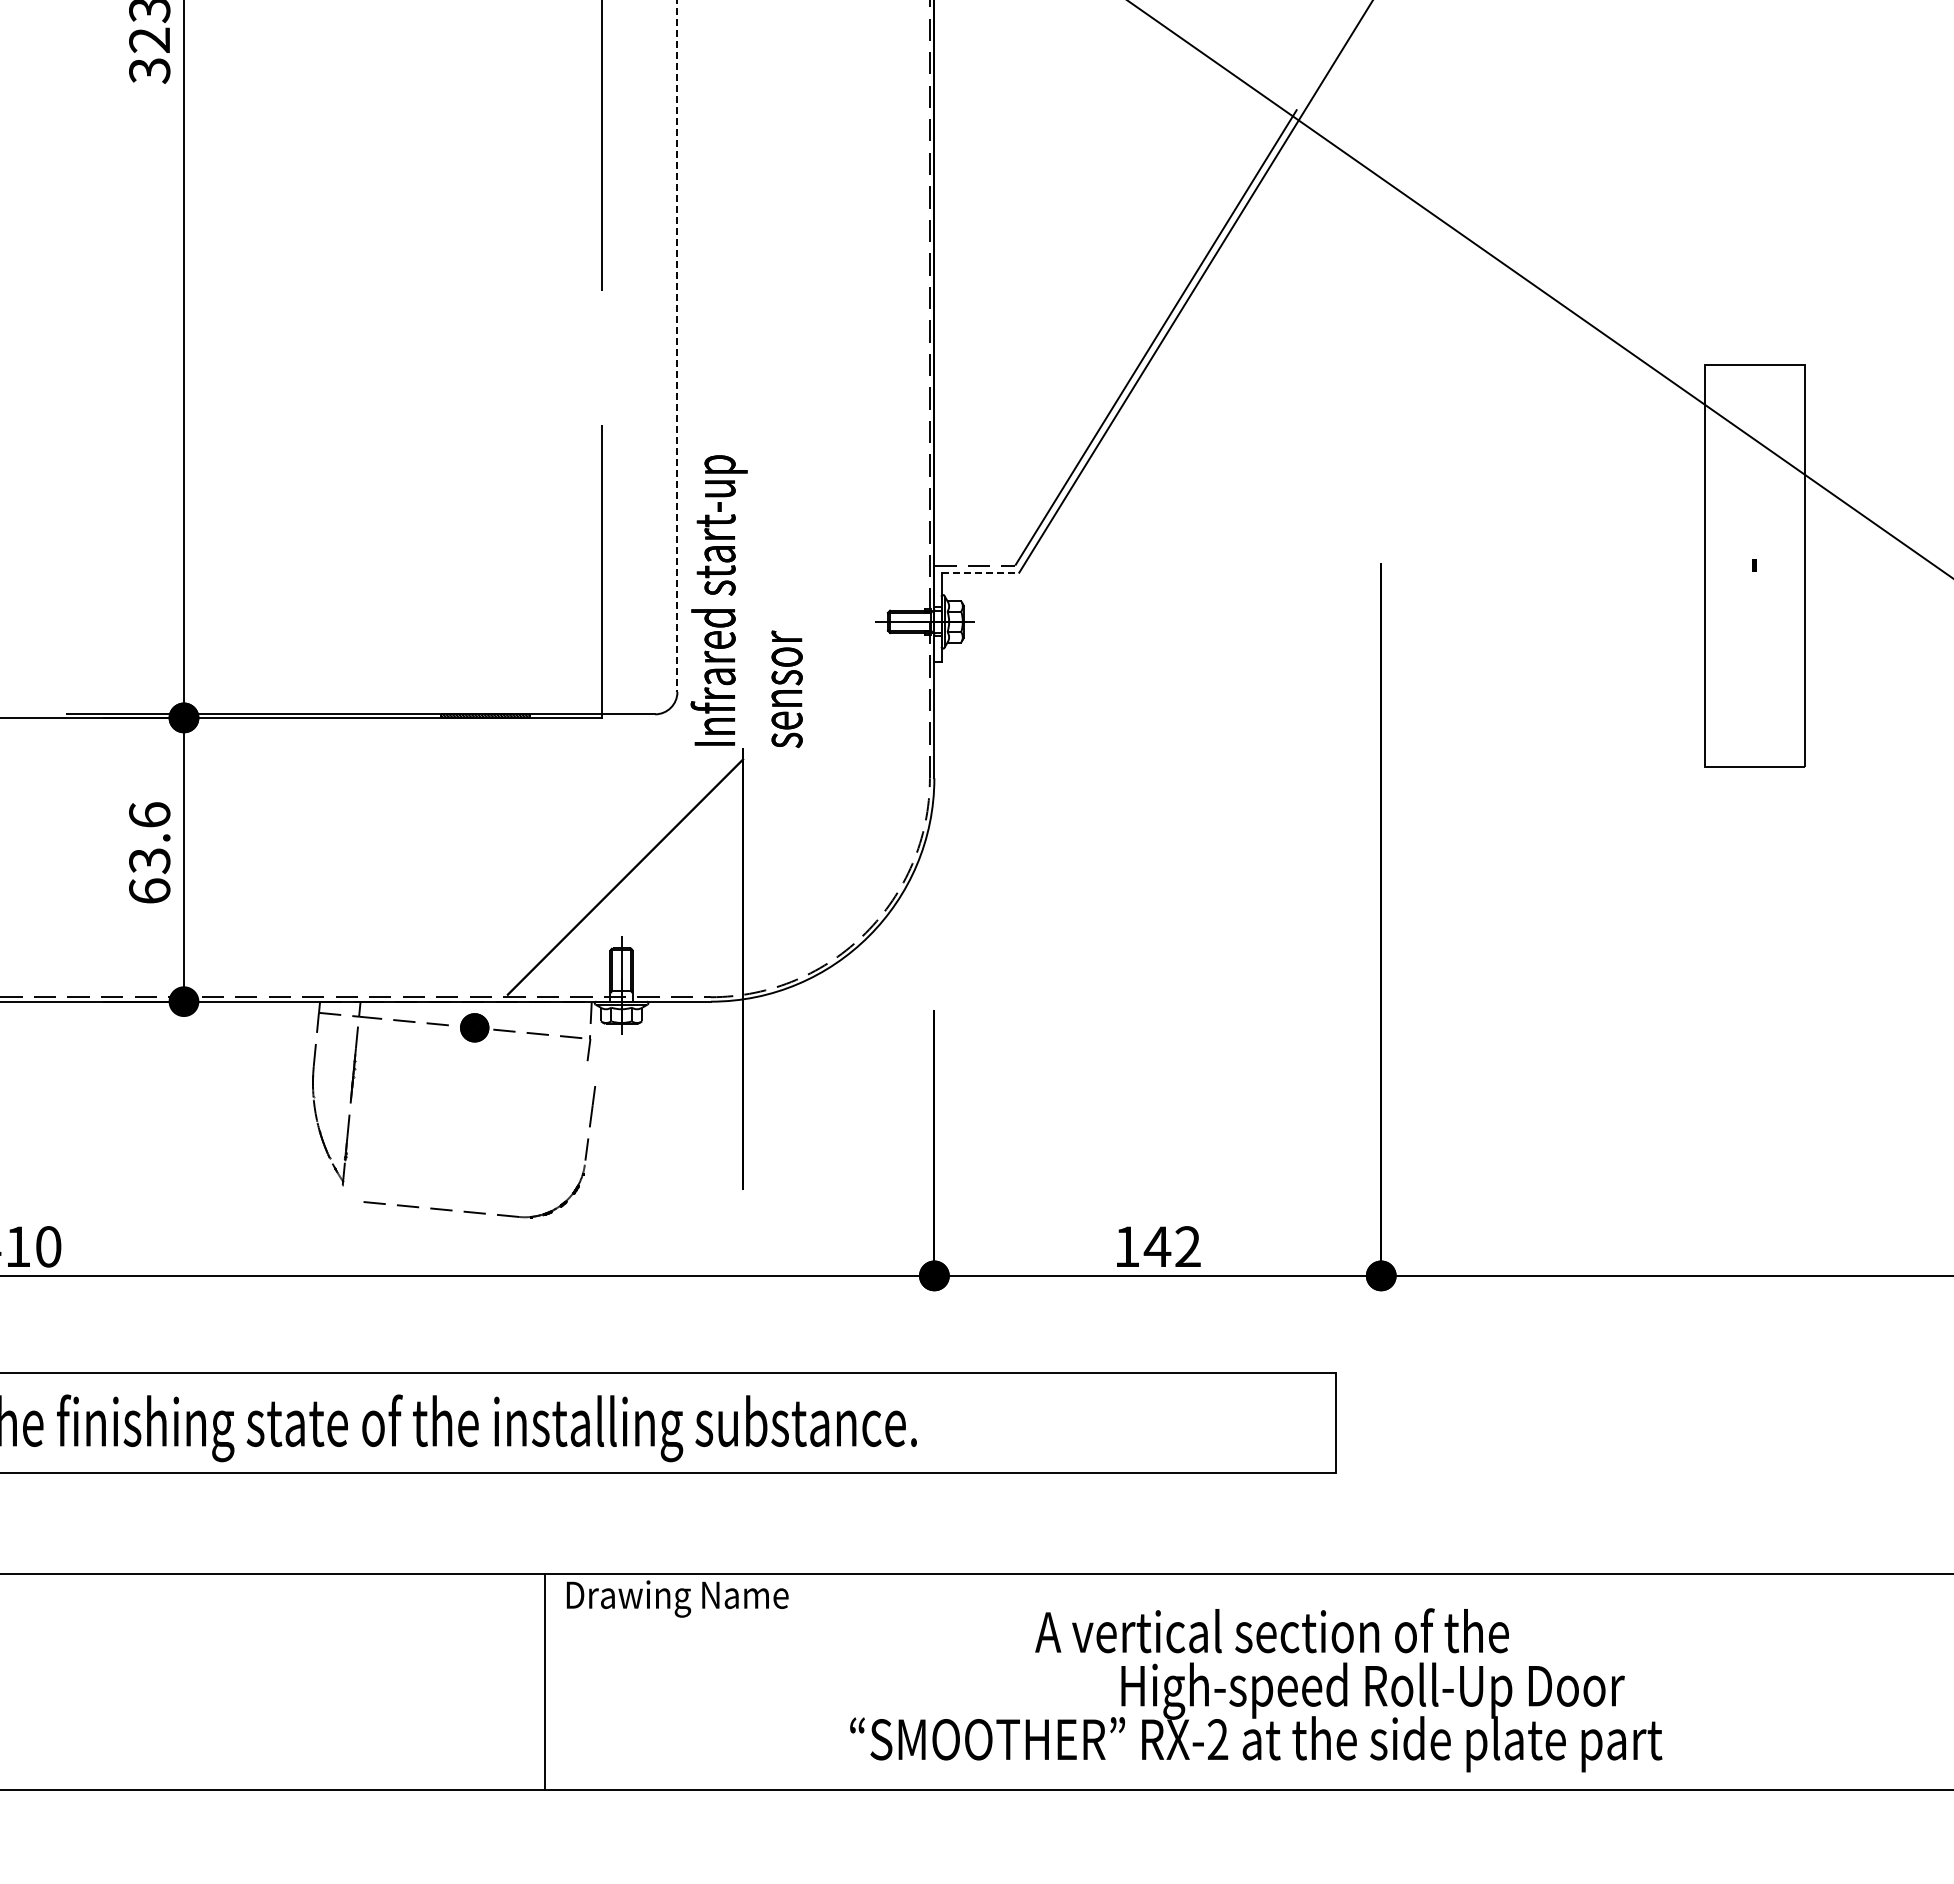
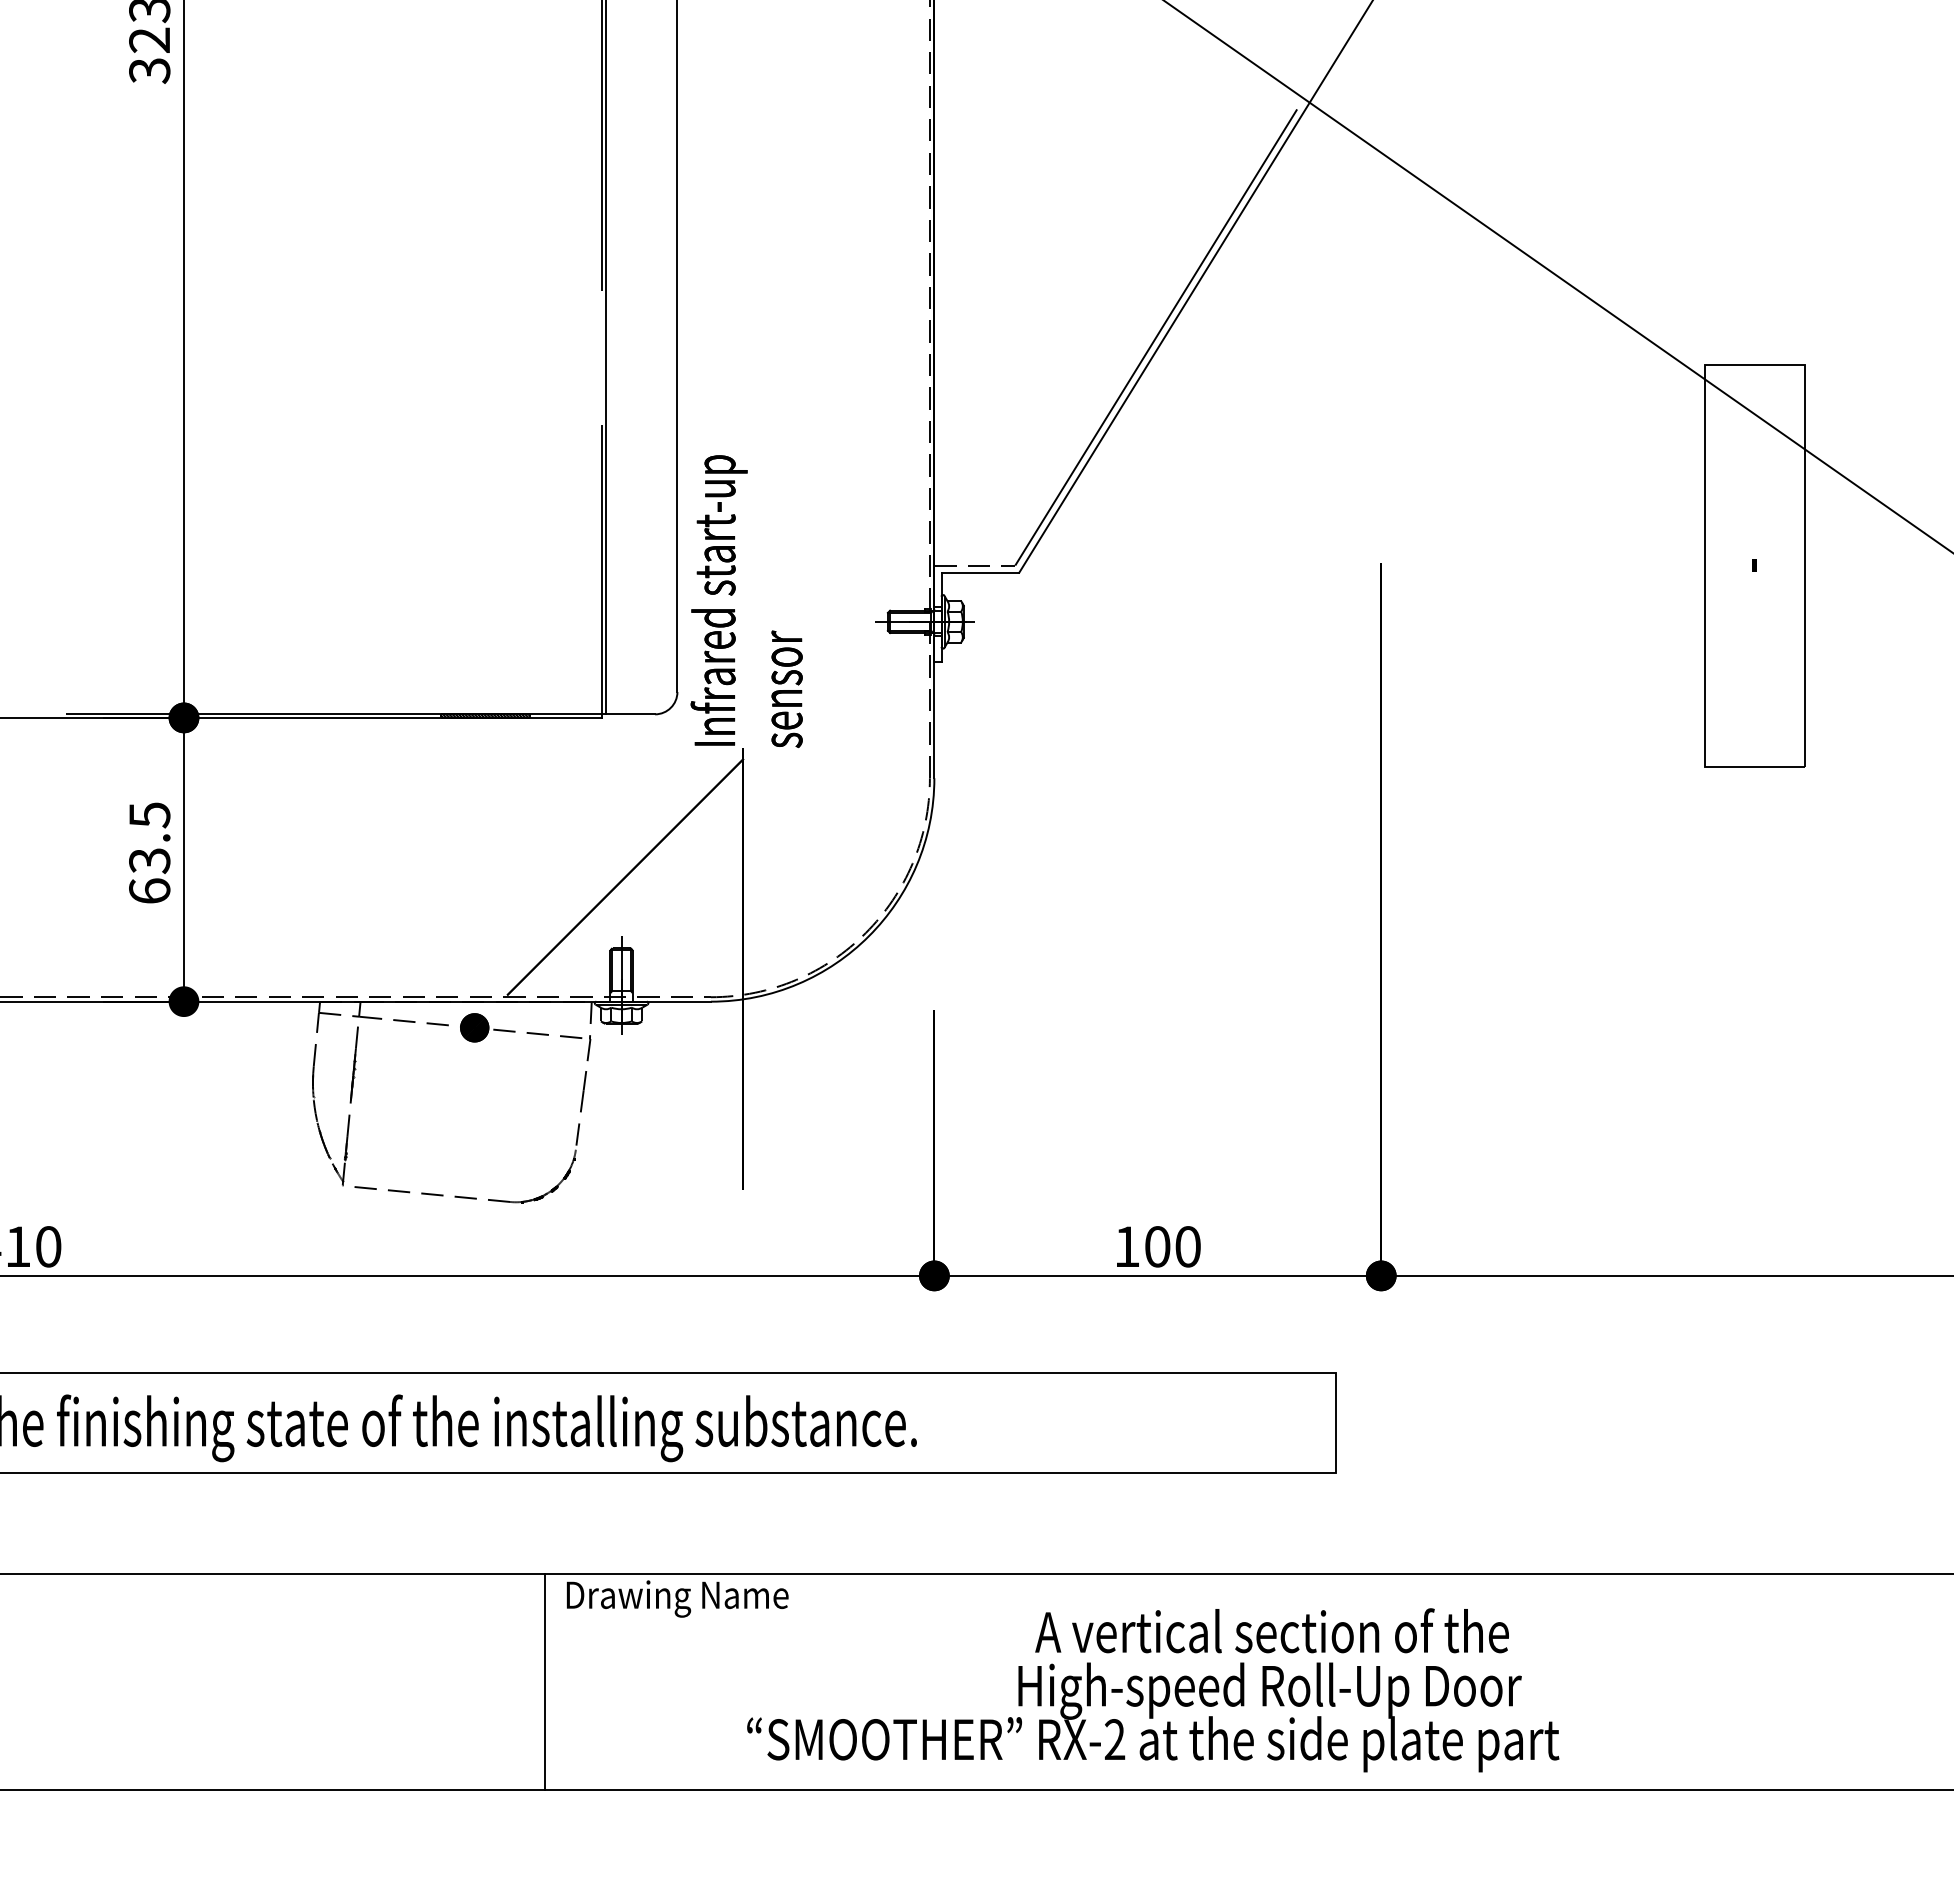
line at (1539, 289) position: (1539, 289) -> (1558, 276)
line at (677, 346): dashed -> solid
line at (605, 358): none -> present
line at (980, 572): dashed -> solid
text at (149, 815): 63.6 -> 63.5
part at (475, 1211) position: (475, 1211) -> (466, 1196)
text at (1171, 1246): 142 -> 100
text at (1256, 1717) position: (1256, 1717) -> (1153, 1717)
